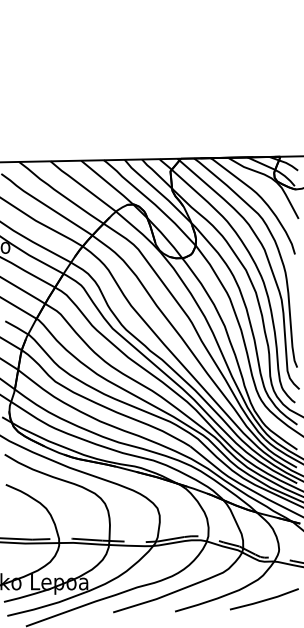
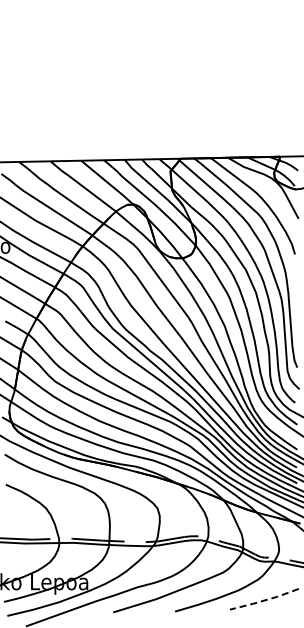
line at (264, 600): solid -> dashed
